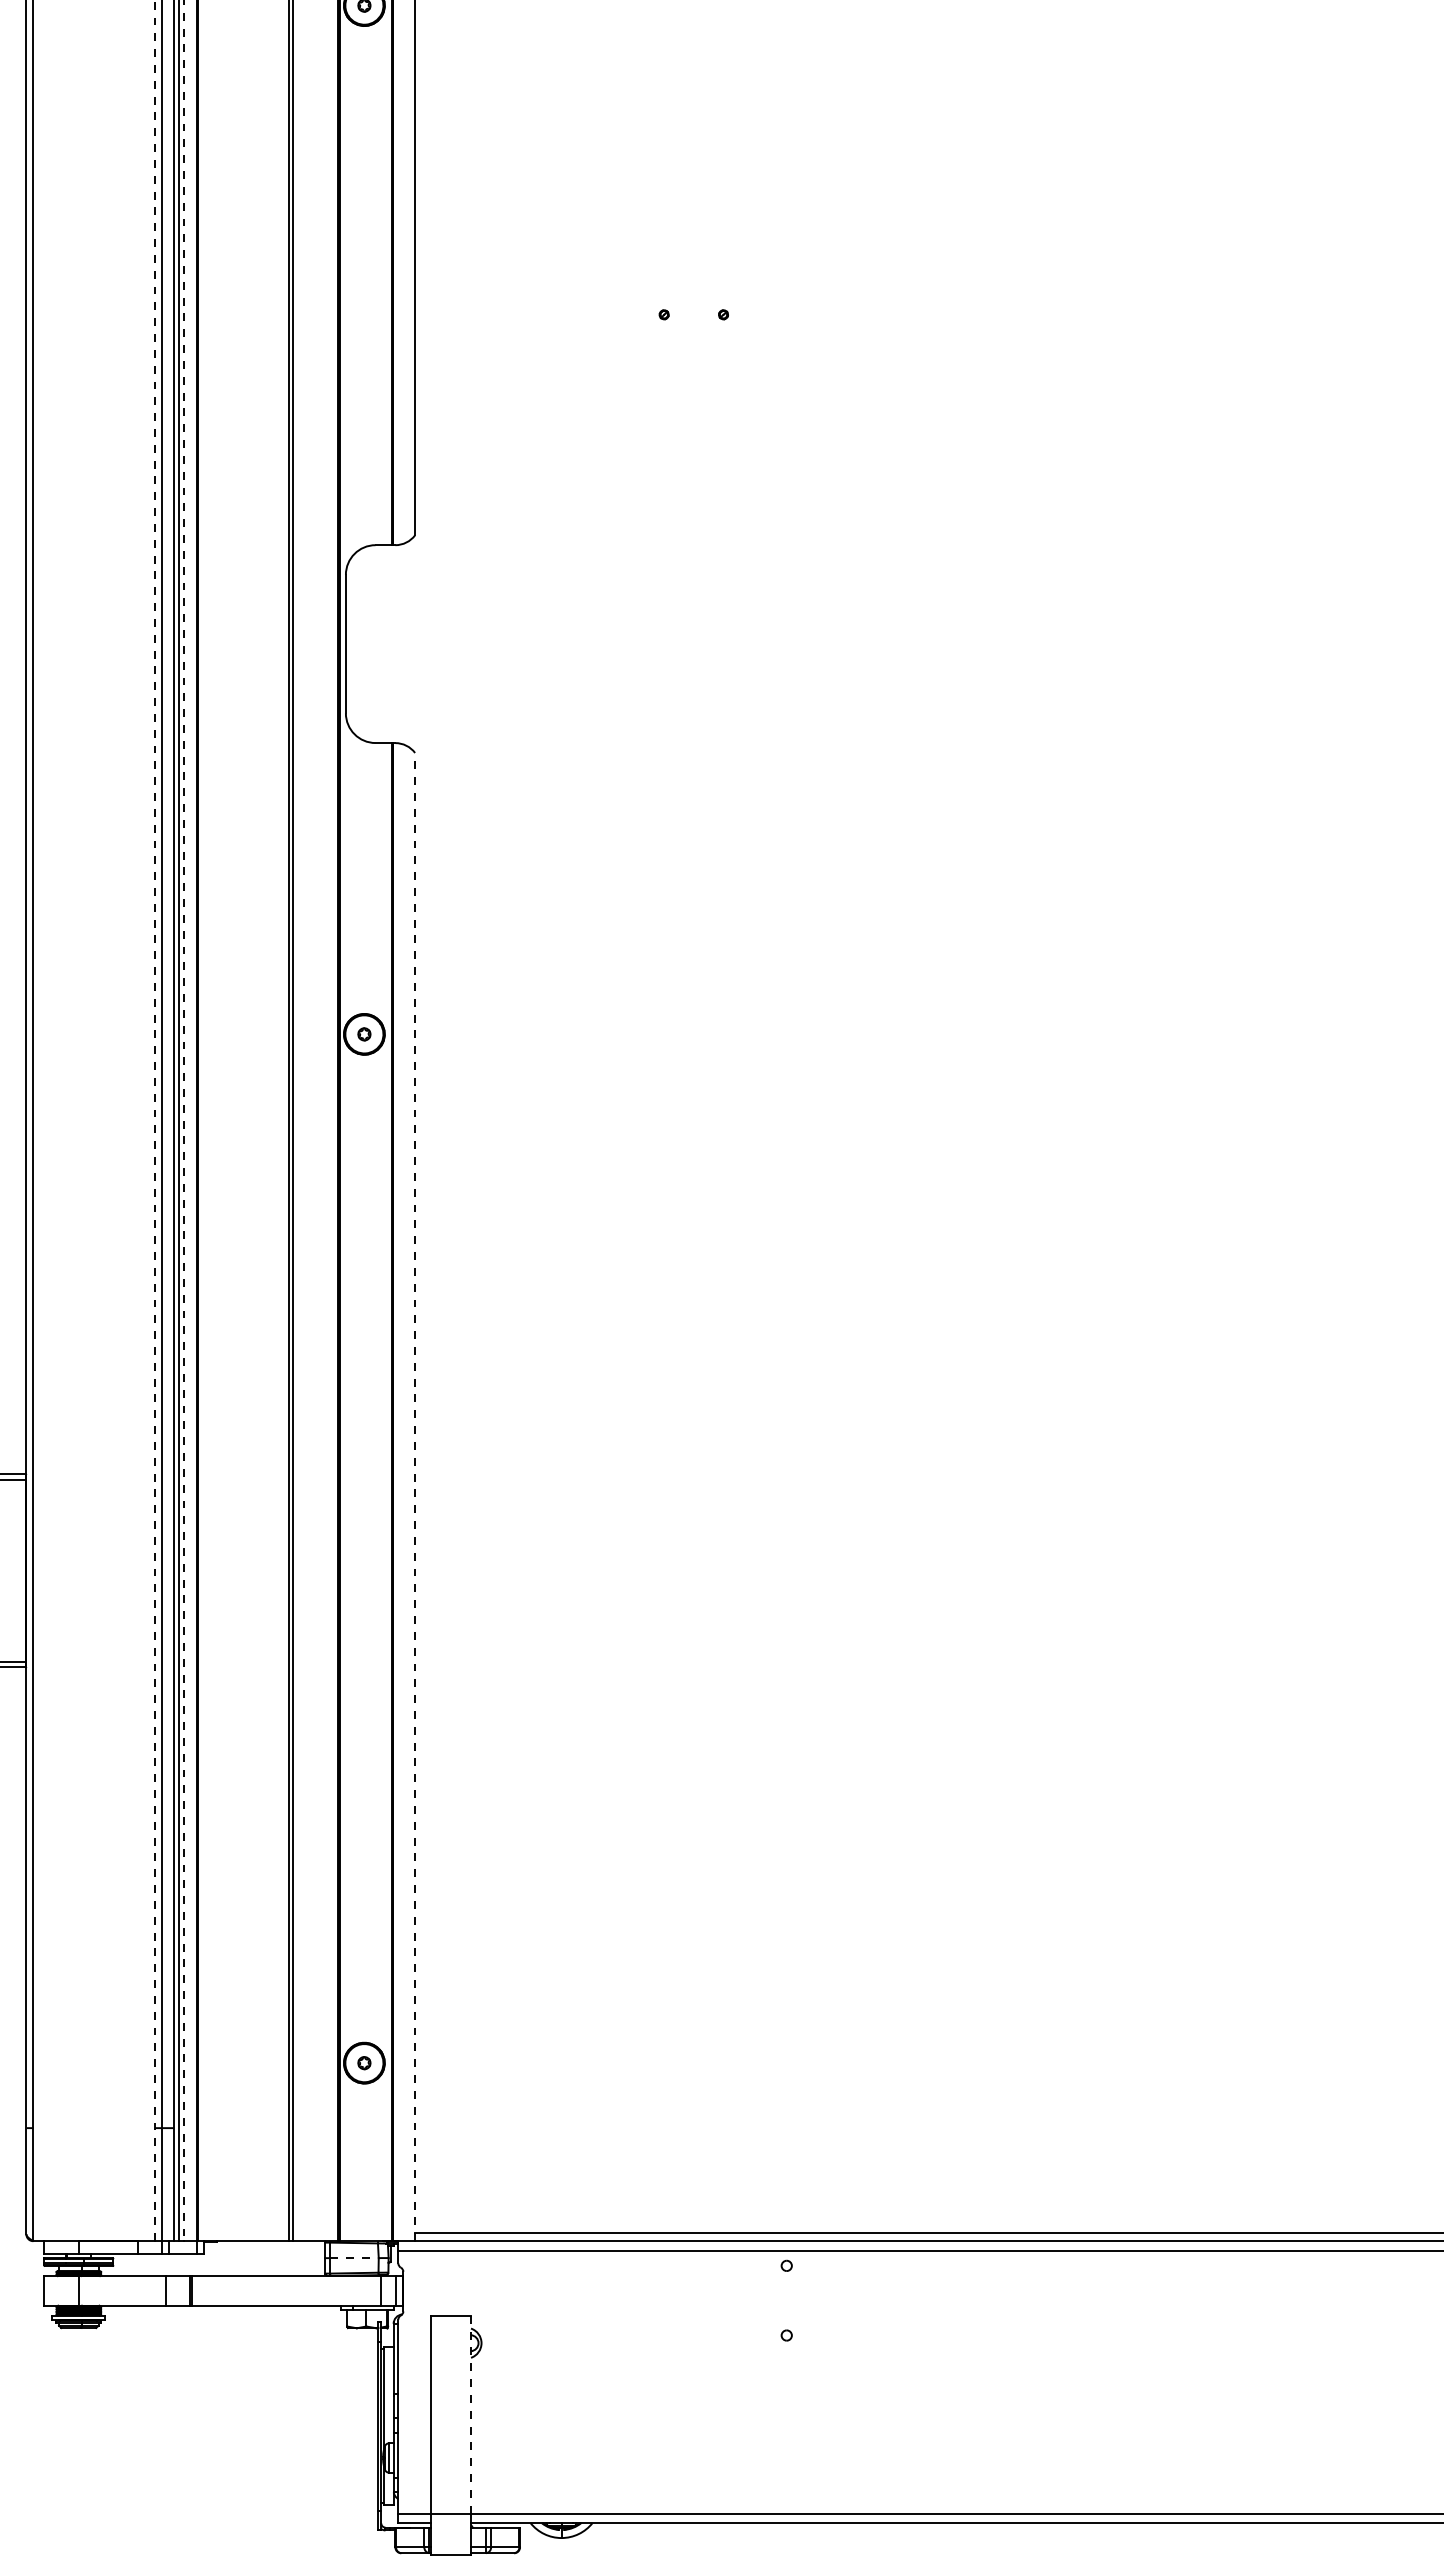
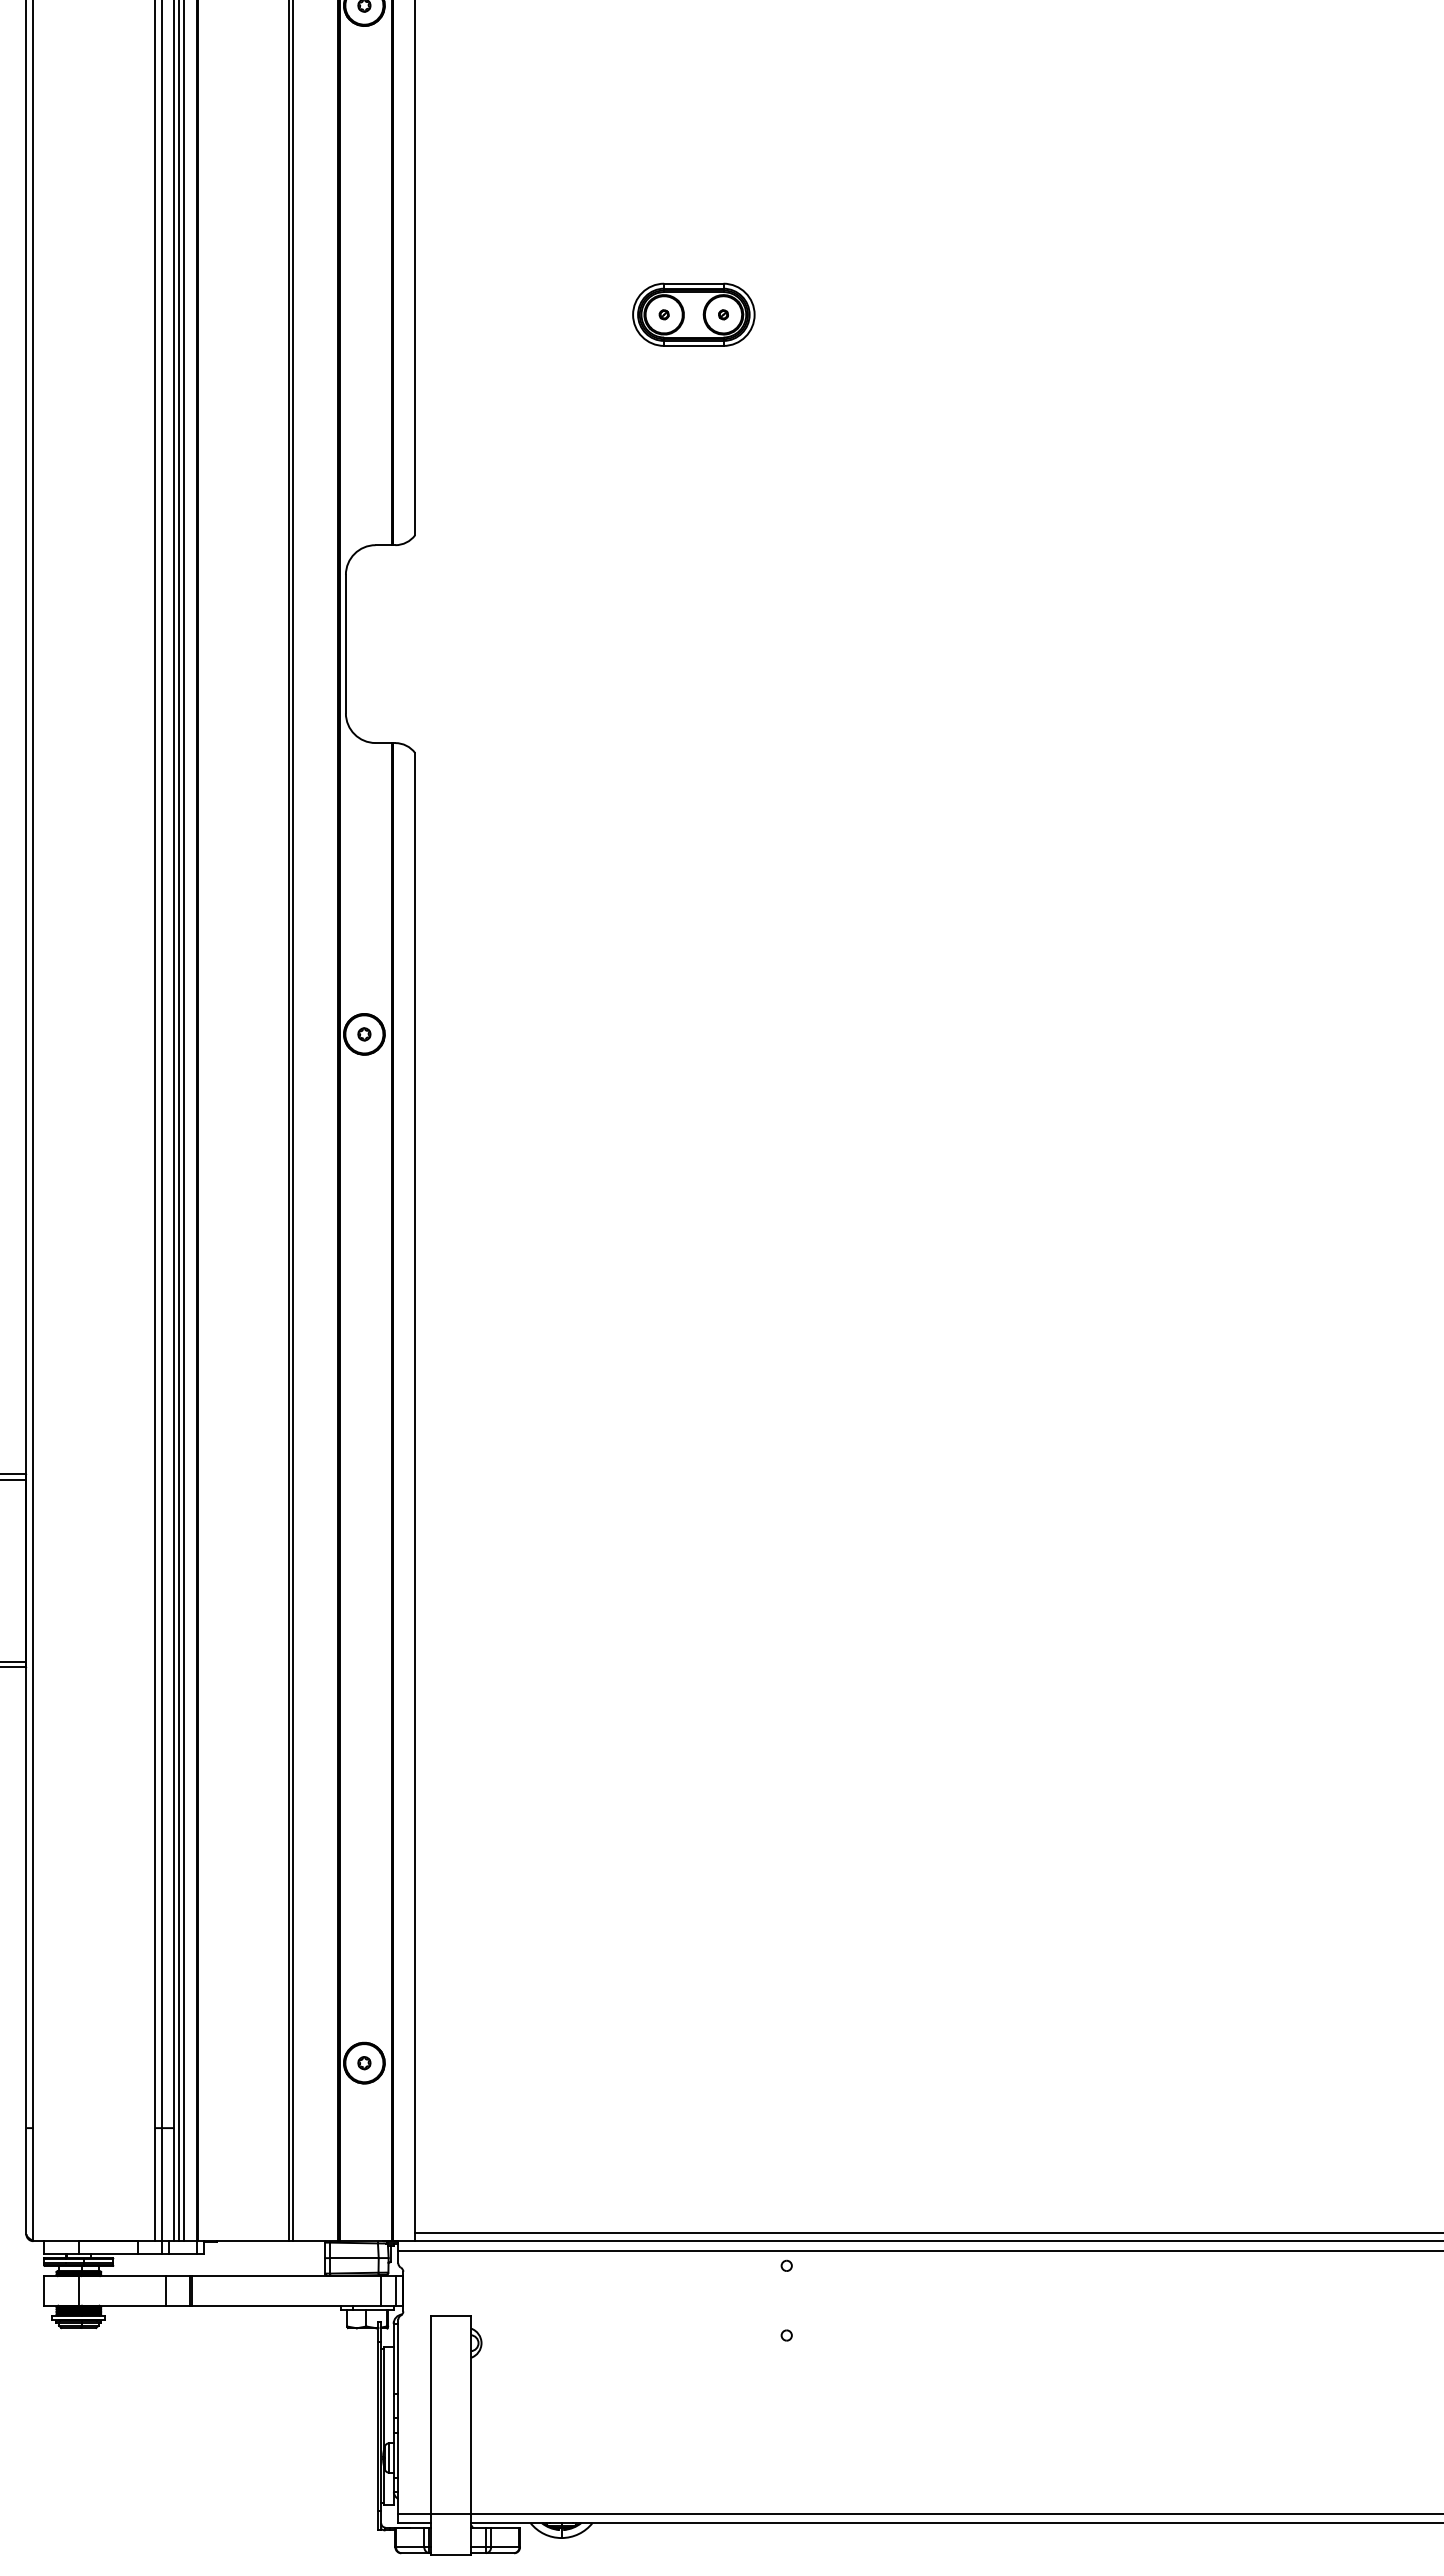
part at (693, 314): none -> present
line at (154, 1120): dashed -> solid
line at (184, 1121): dashed -> solid
line at (415, 1496): dashed -> solid
line at (355, 2258): dashed -> solid
line at (471, 2414): dashed -> solid
